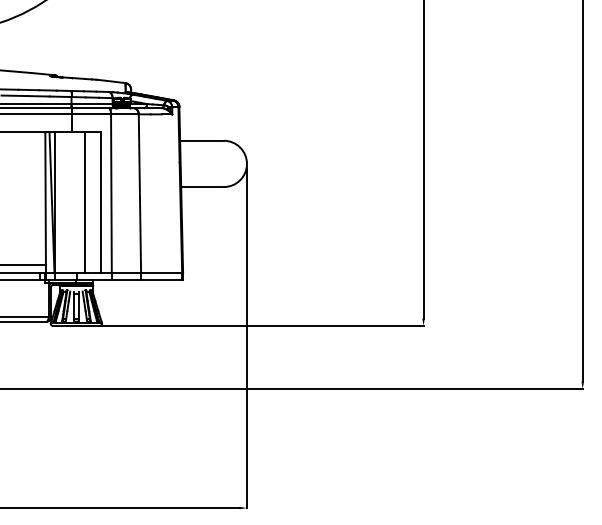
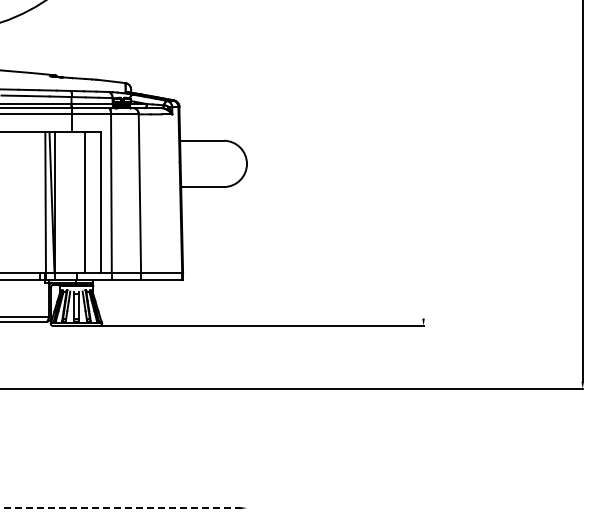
line at (423, 160): present -> none
line at (23, 264): present -> none
line at (246, 338): present -> none
line at (120, 508): solid -> dashed
